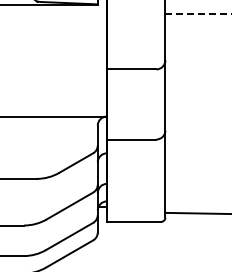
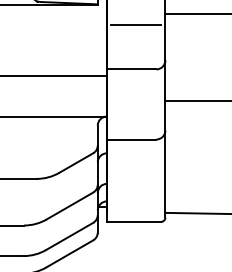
line at (198, 13): dashed -> solid
line at (135, 25): none -> present
line at (54, 76): none -> present
line at (196, 100): none -> present
